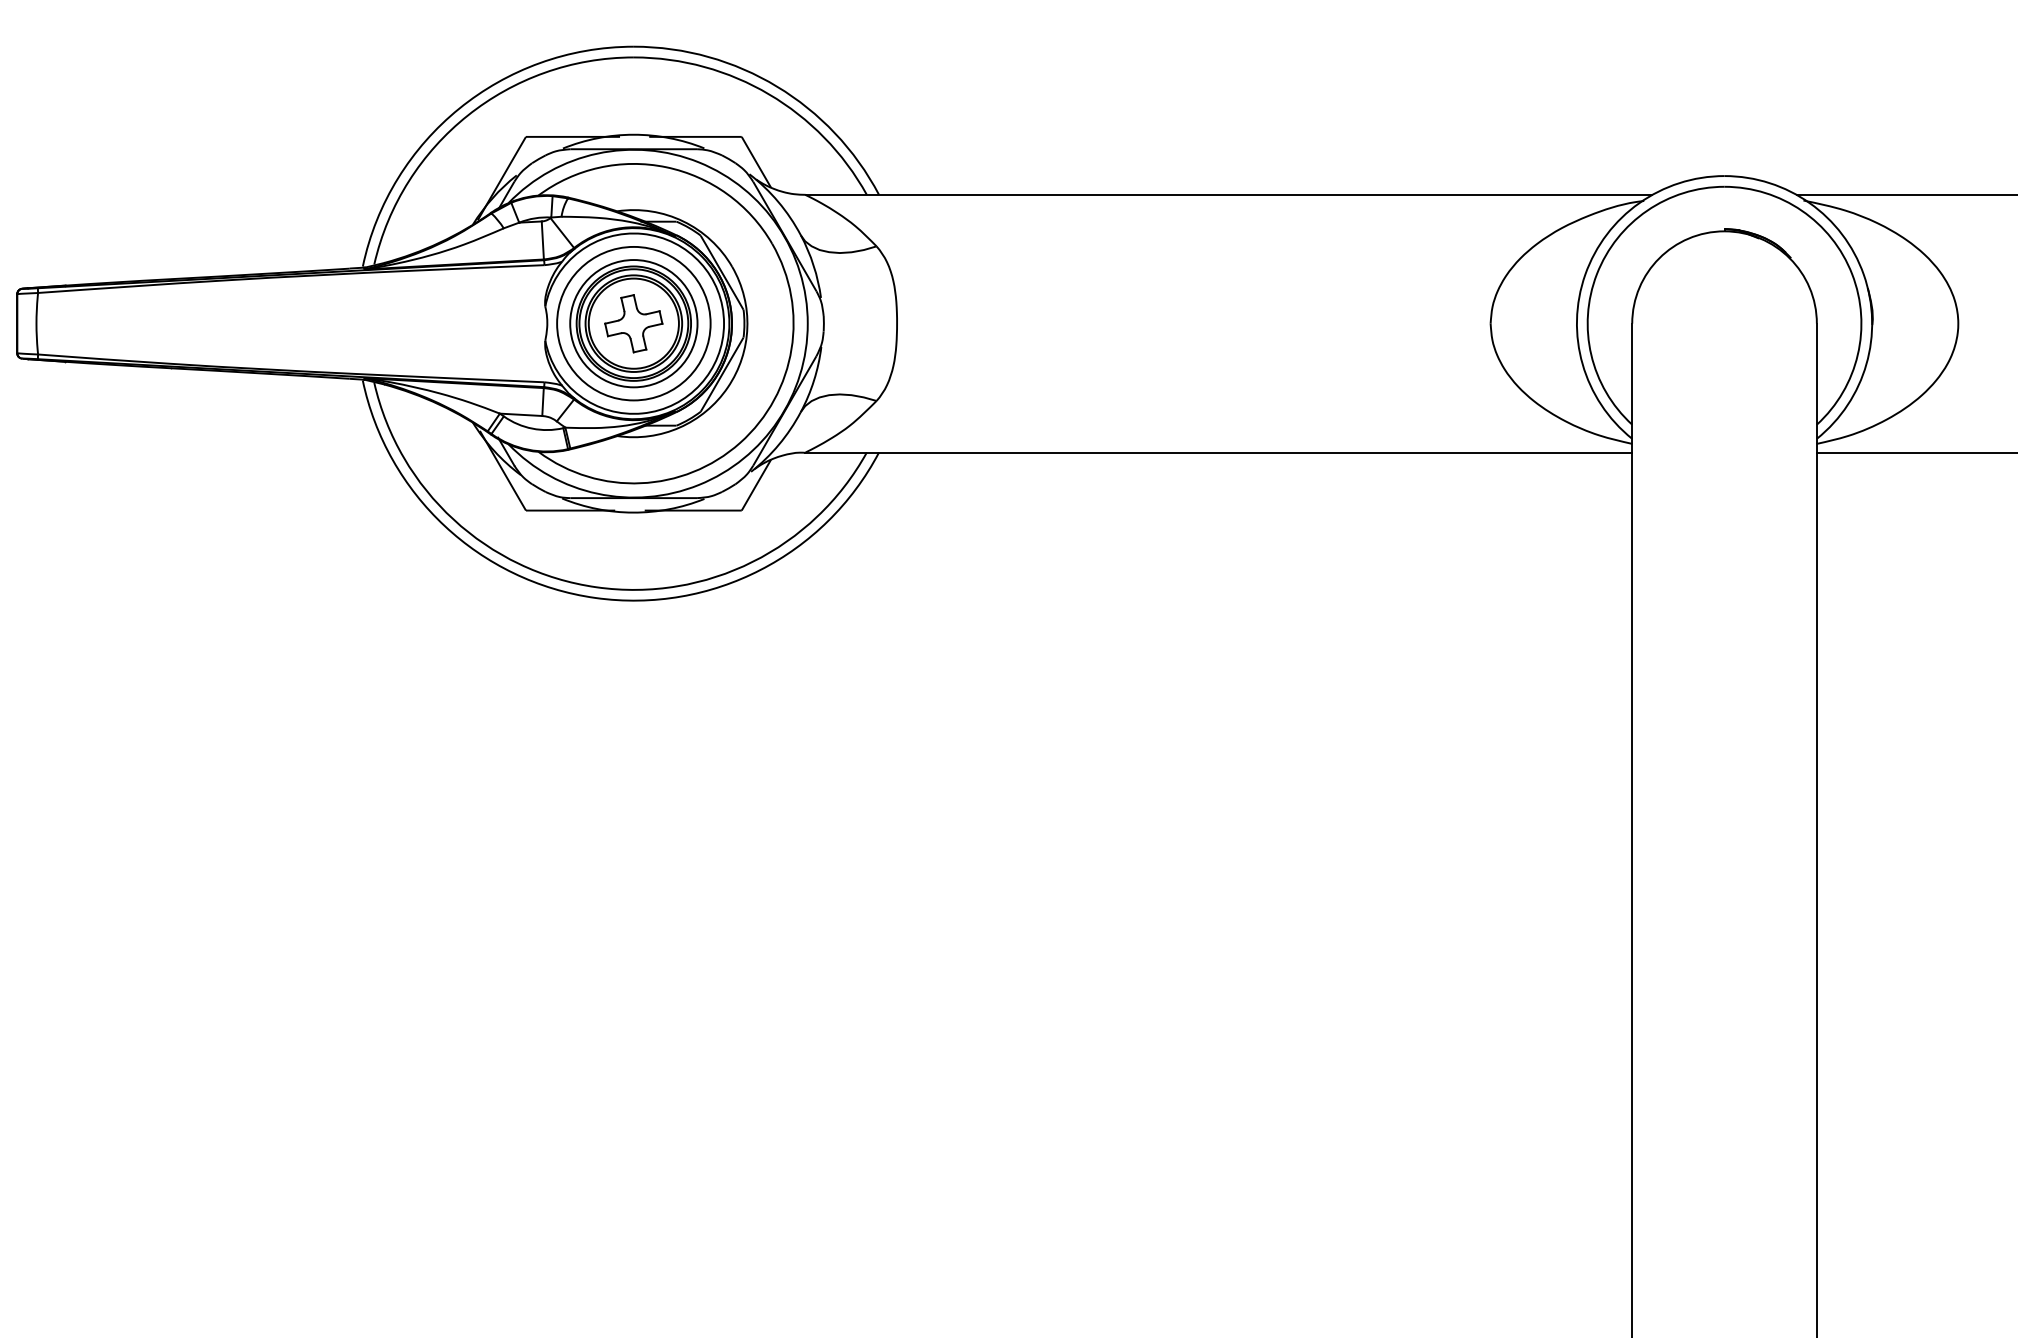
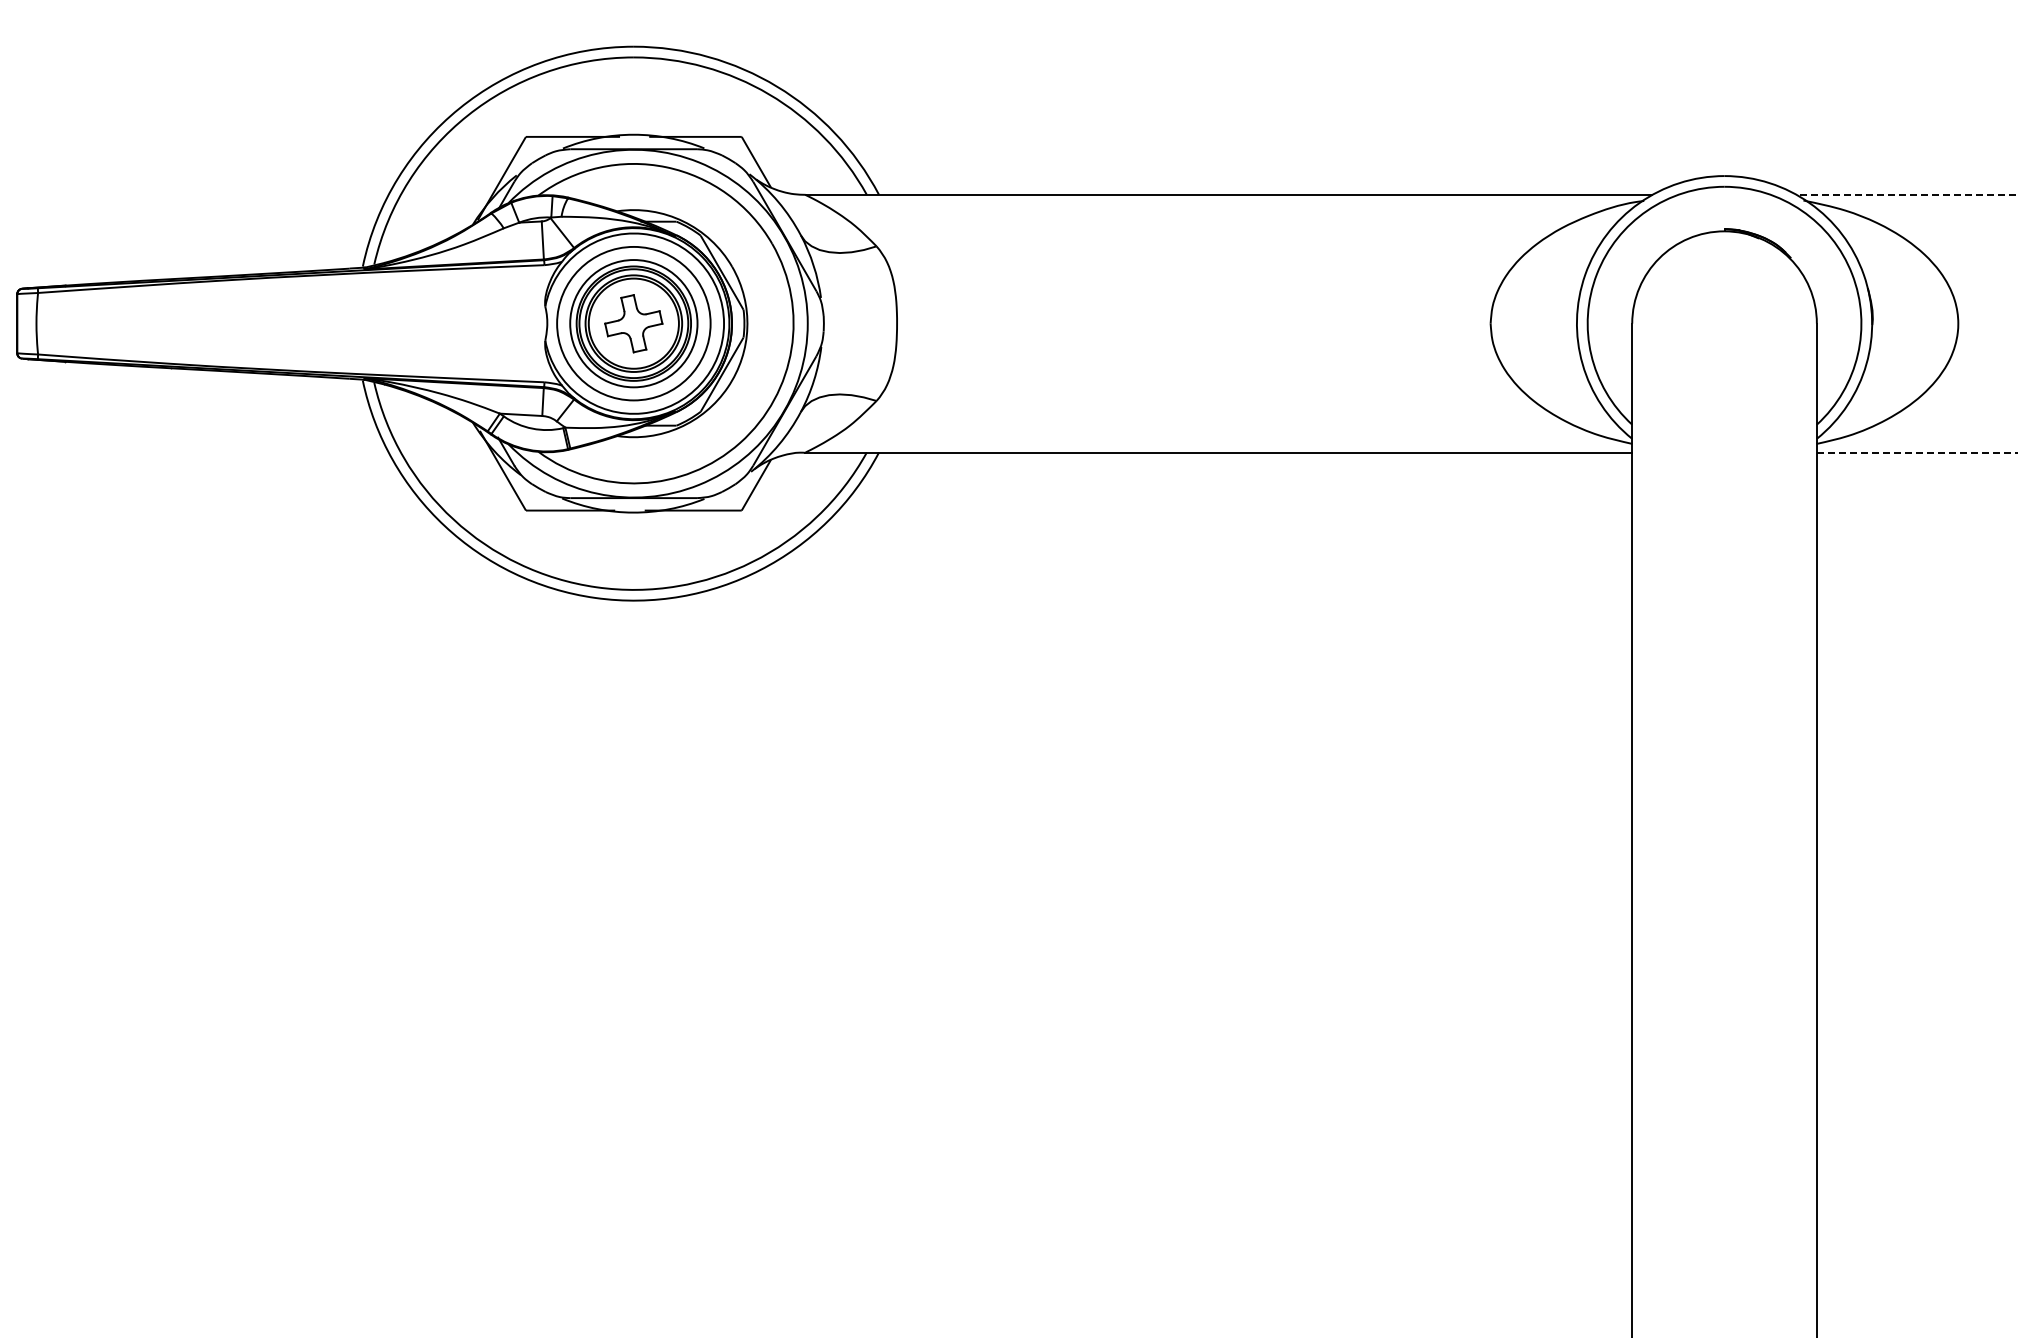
line at (1906, 194): solid -> dashed
line at (1917, 452): solid -> dashed
